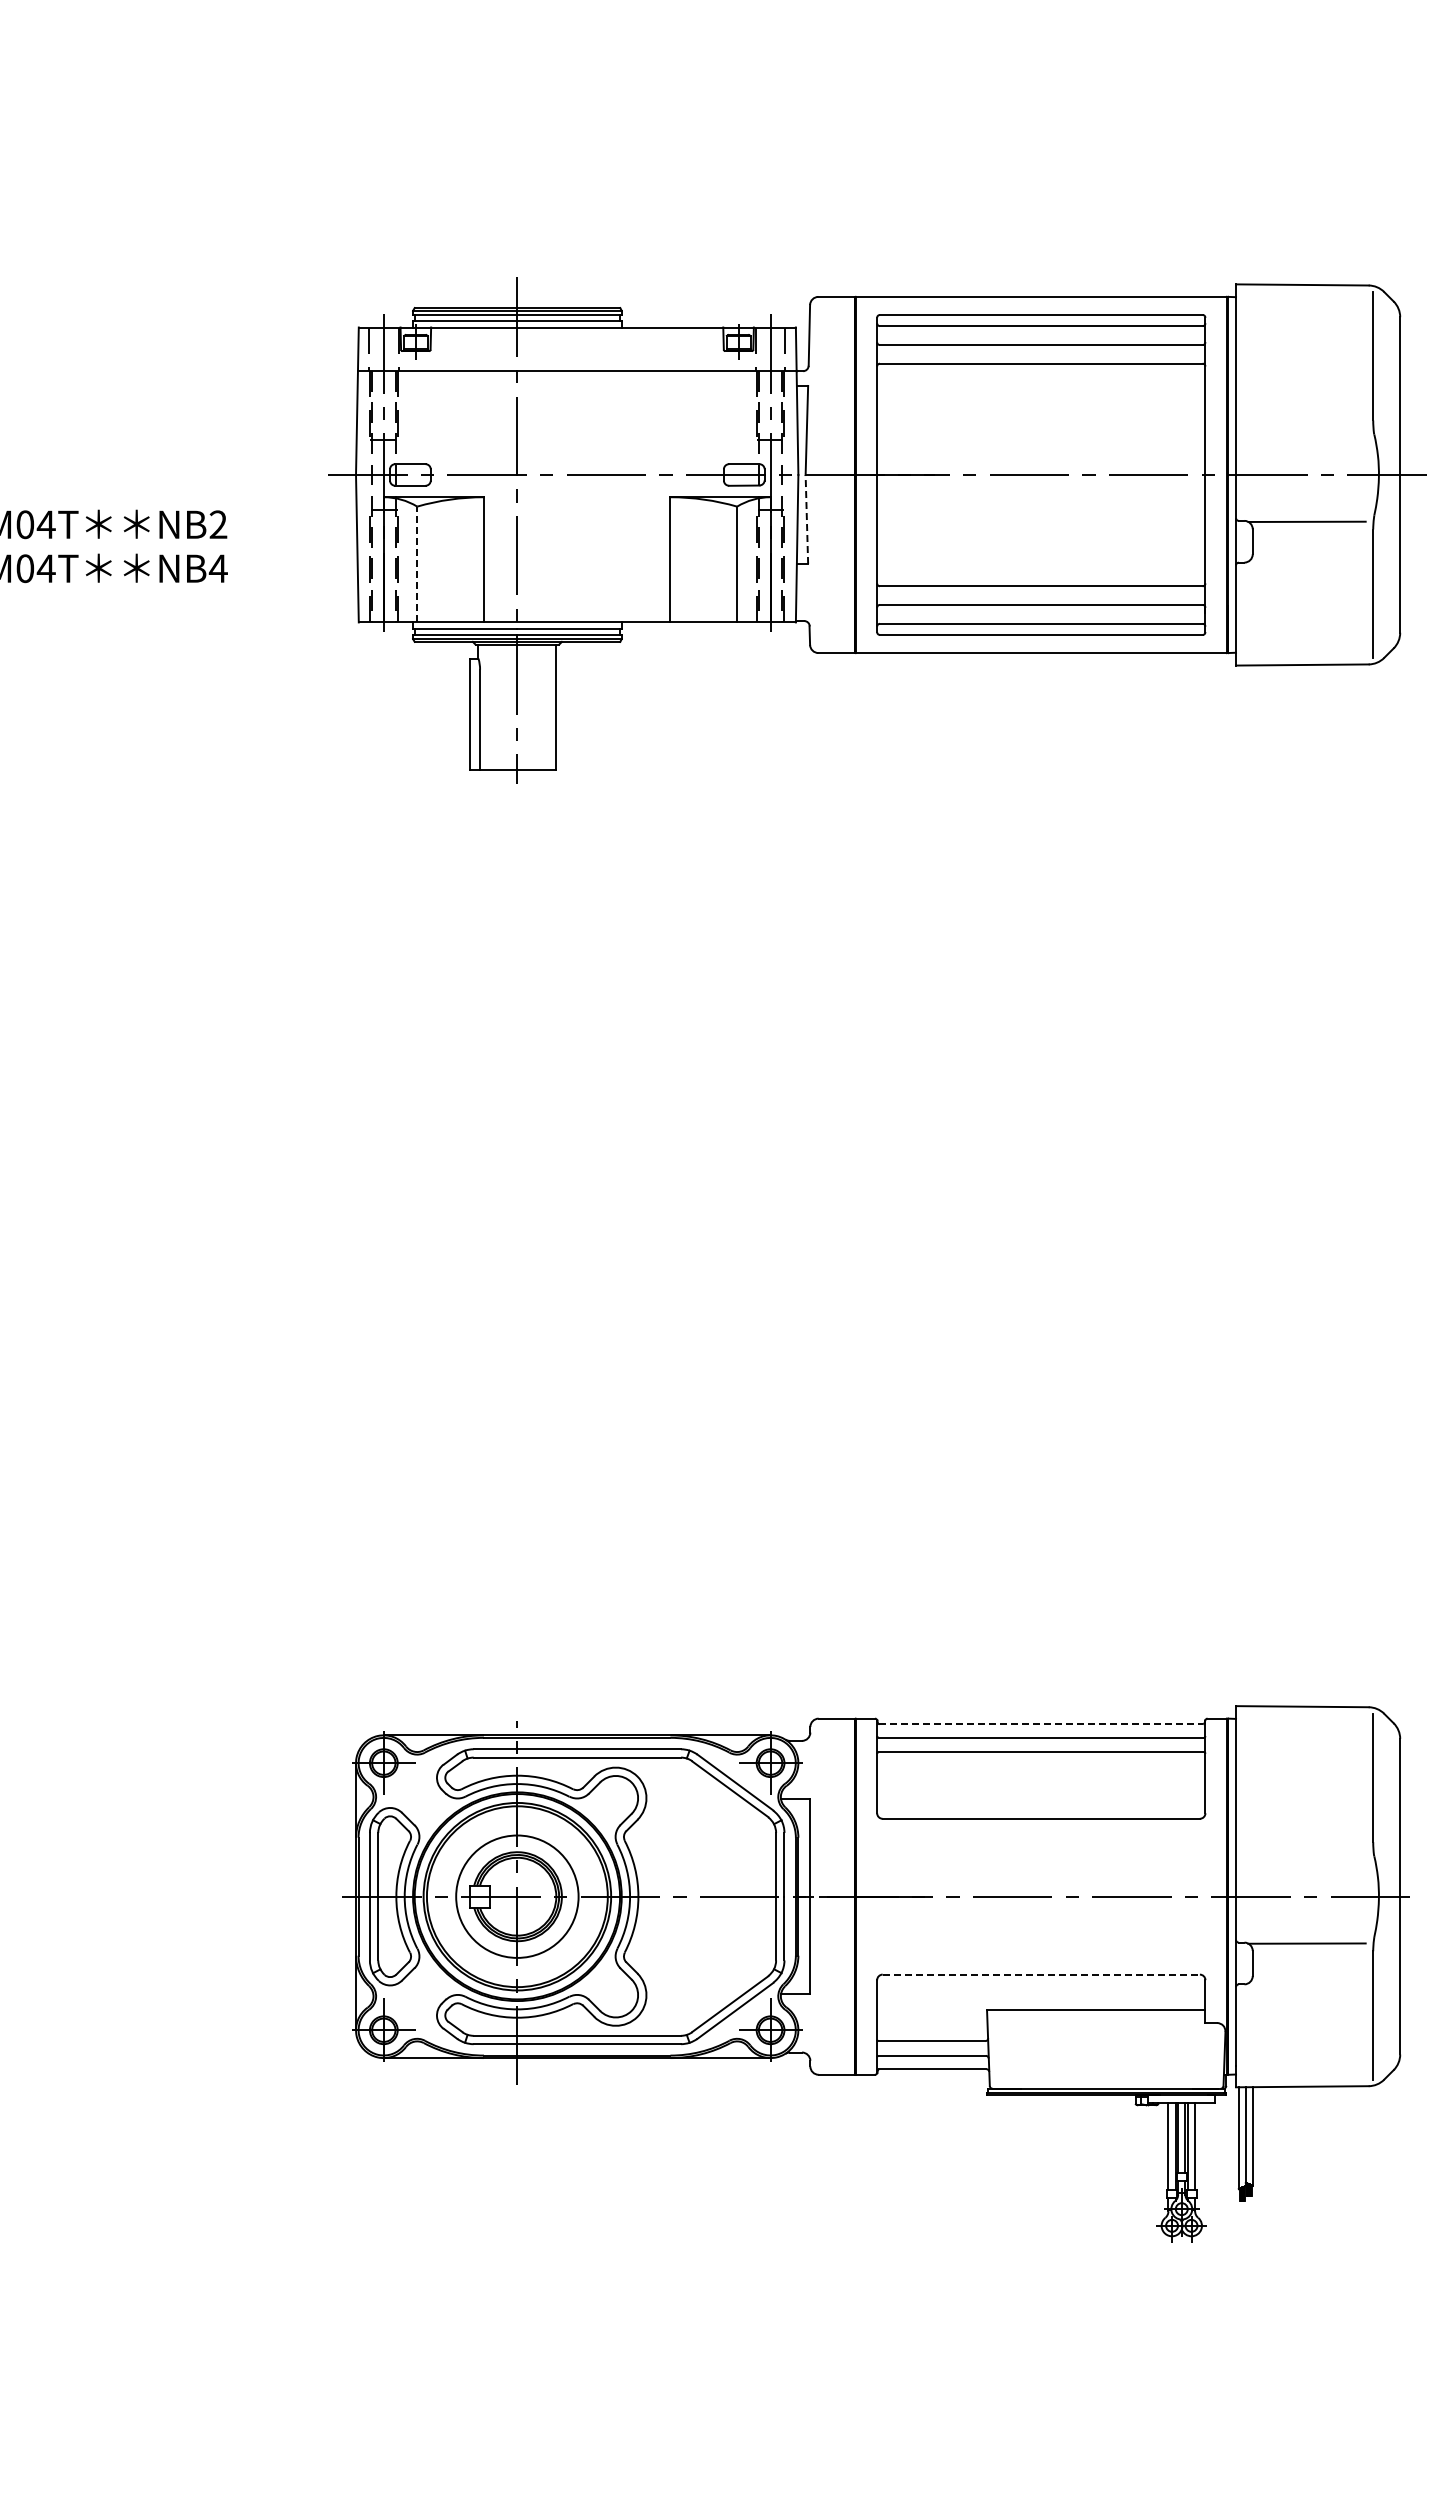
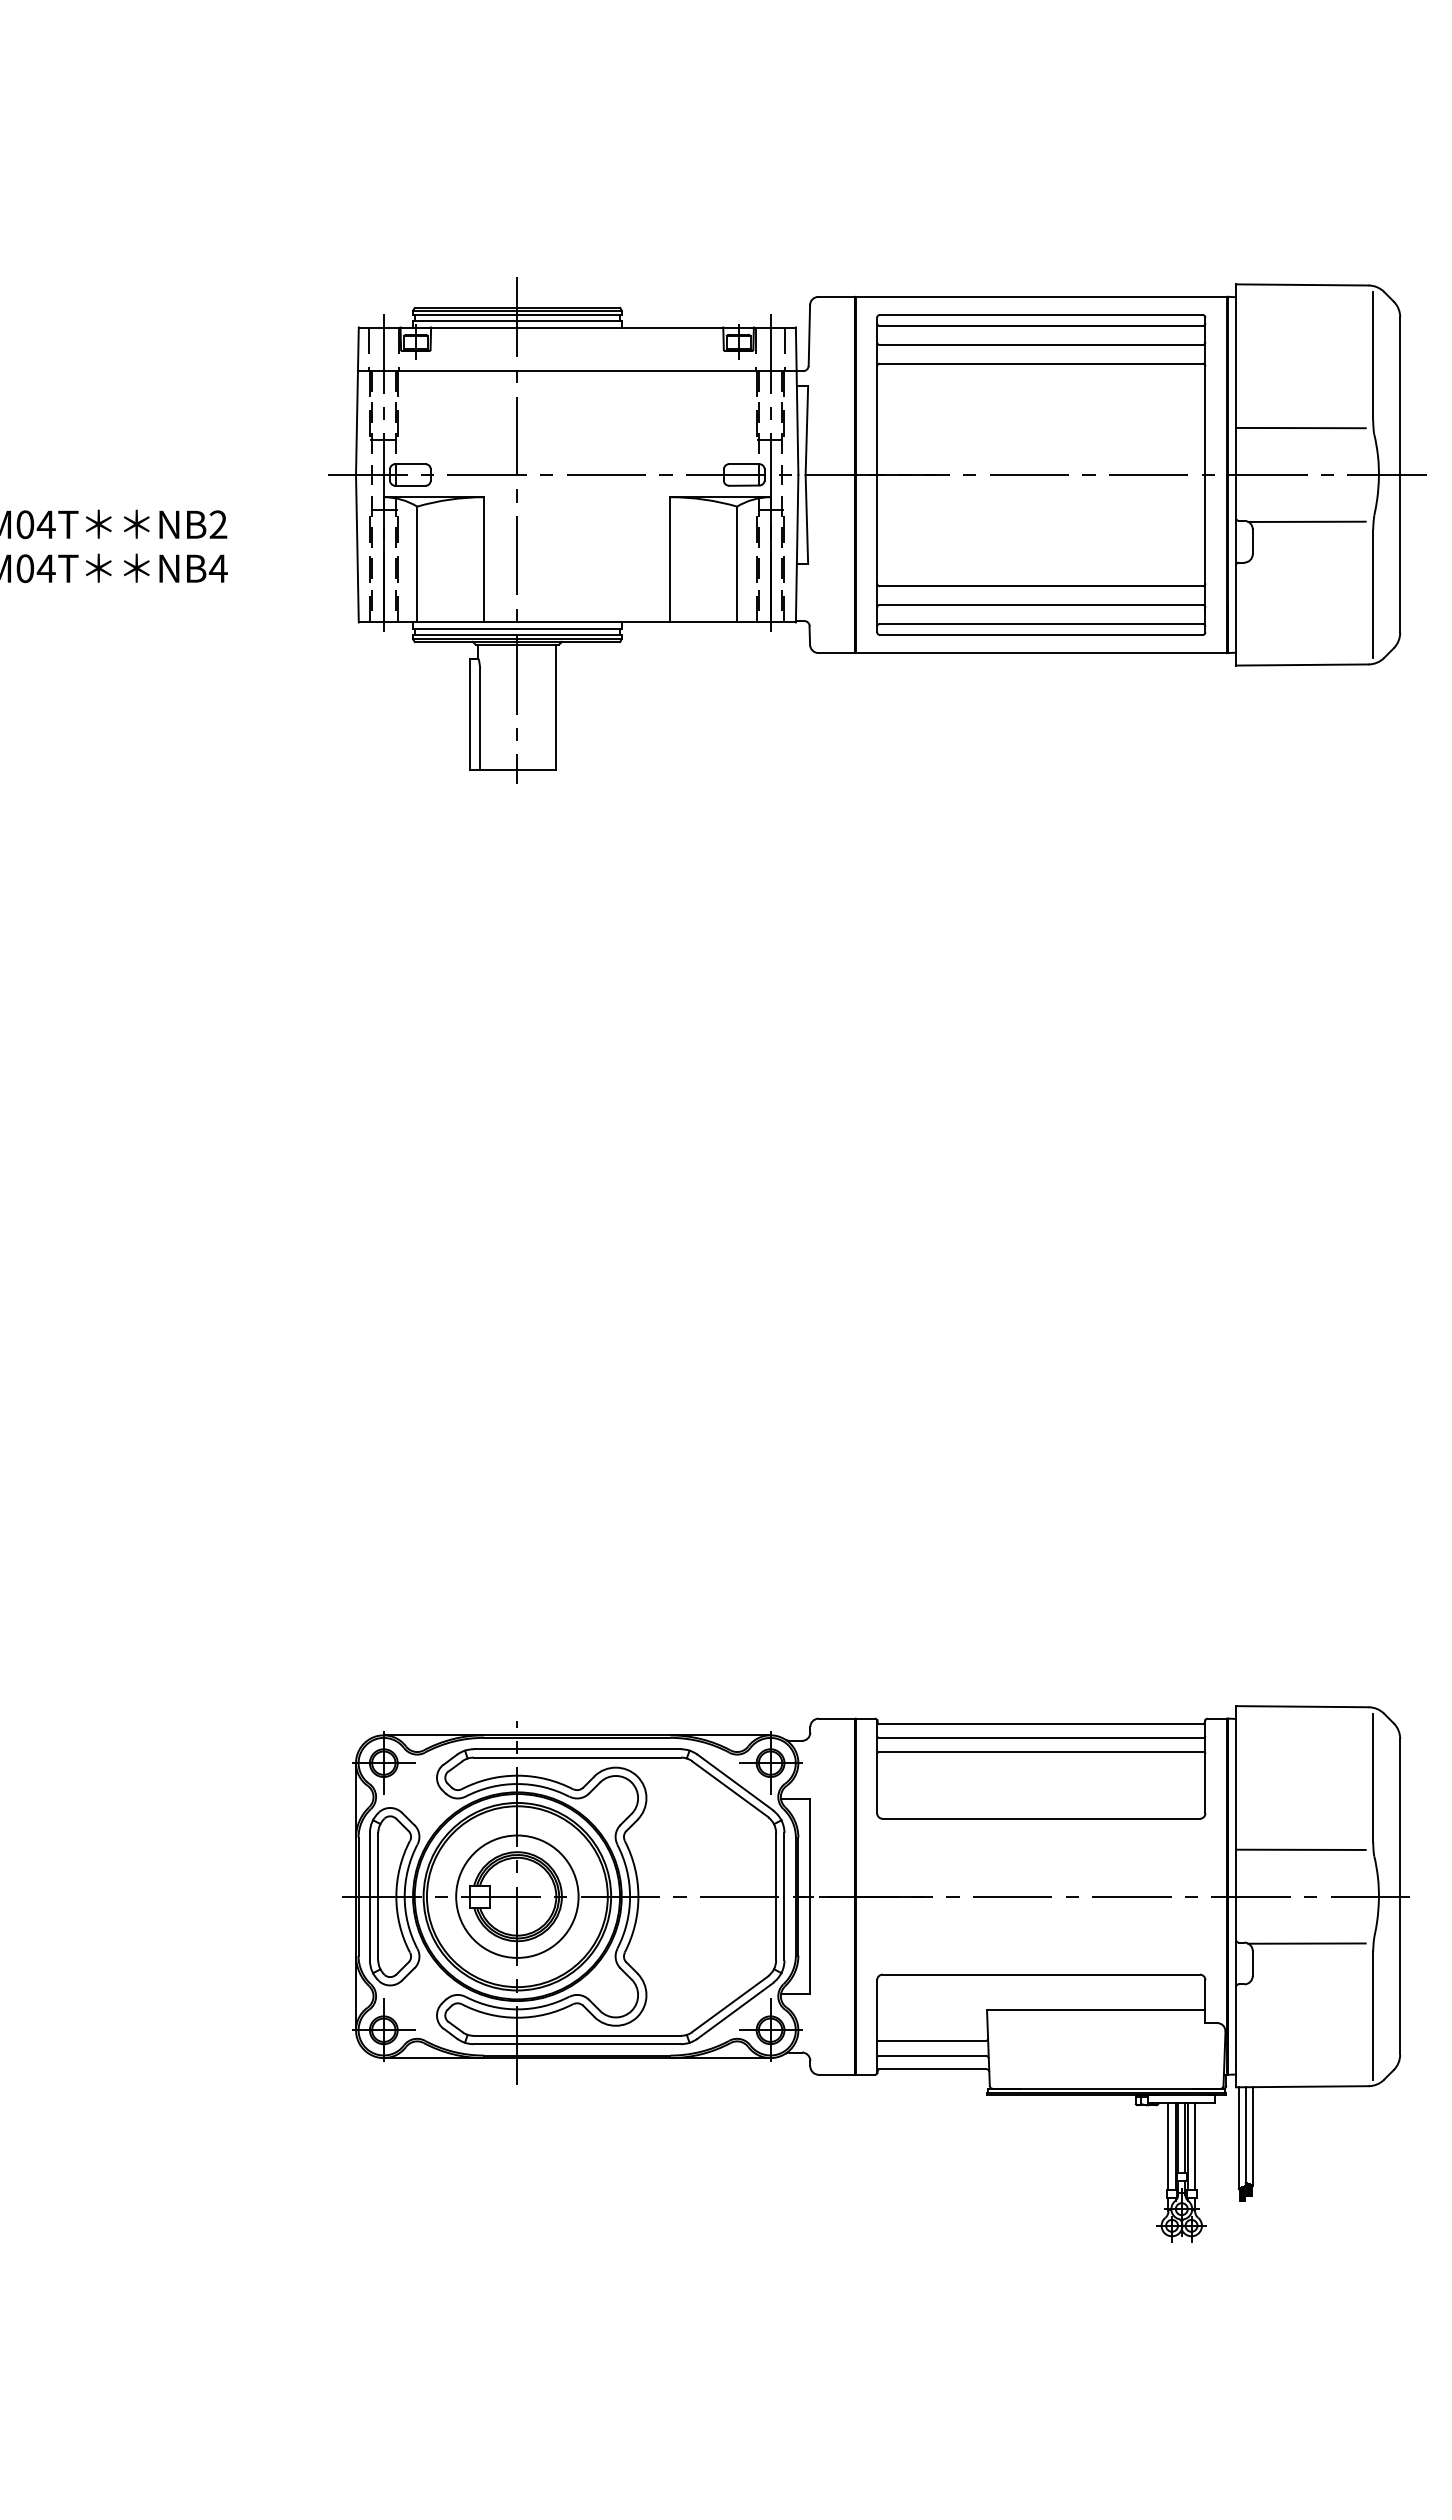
line at (1300, 427): none -> present
line at (806, 519): dashed -> solid
line at (417, 564): dashed -> solid
line at (1041, 1724): dashed -> solid
line at (1300, 1849): none -> present
line at (1041, 1974): dashed -> solid
